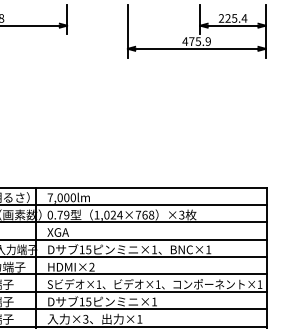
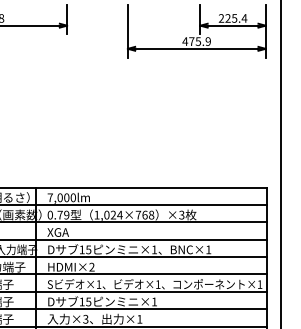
line at (281, 163): none -> present
